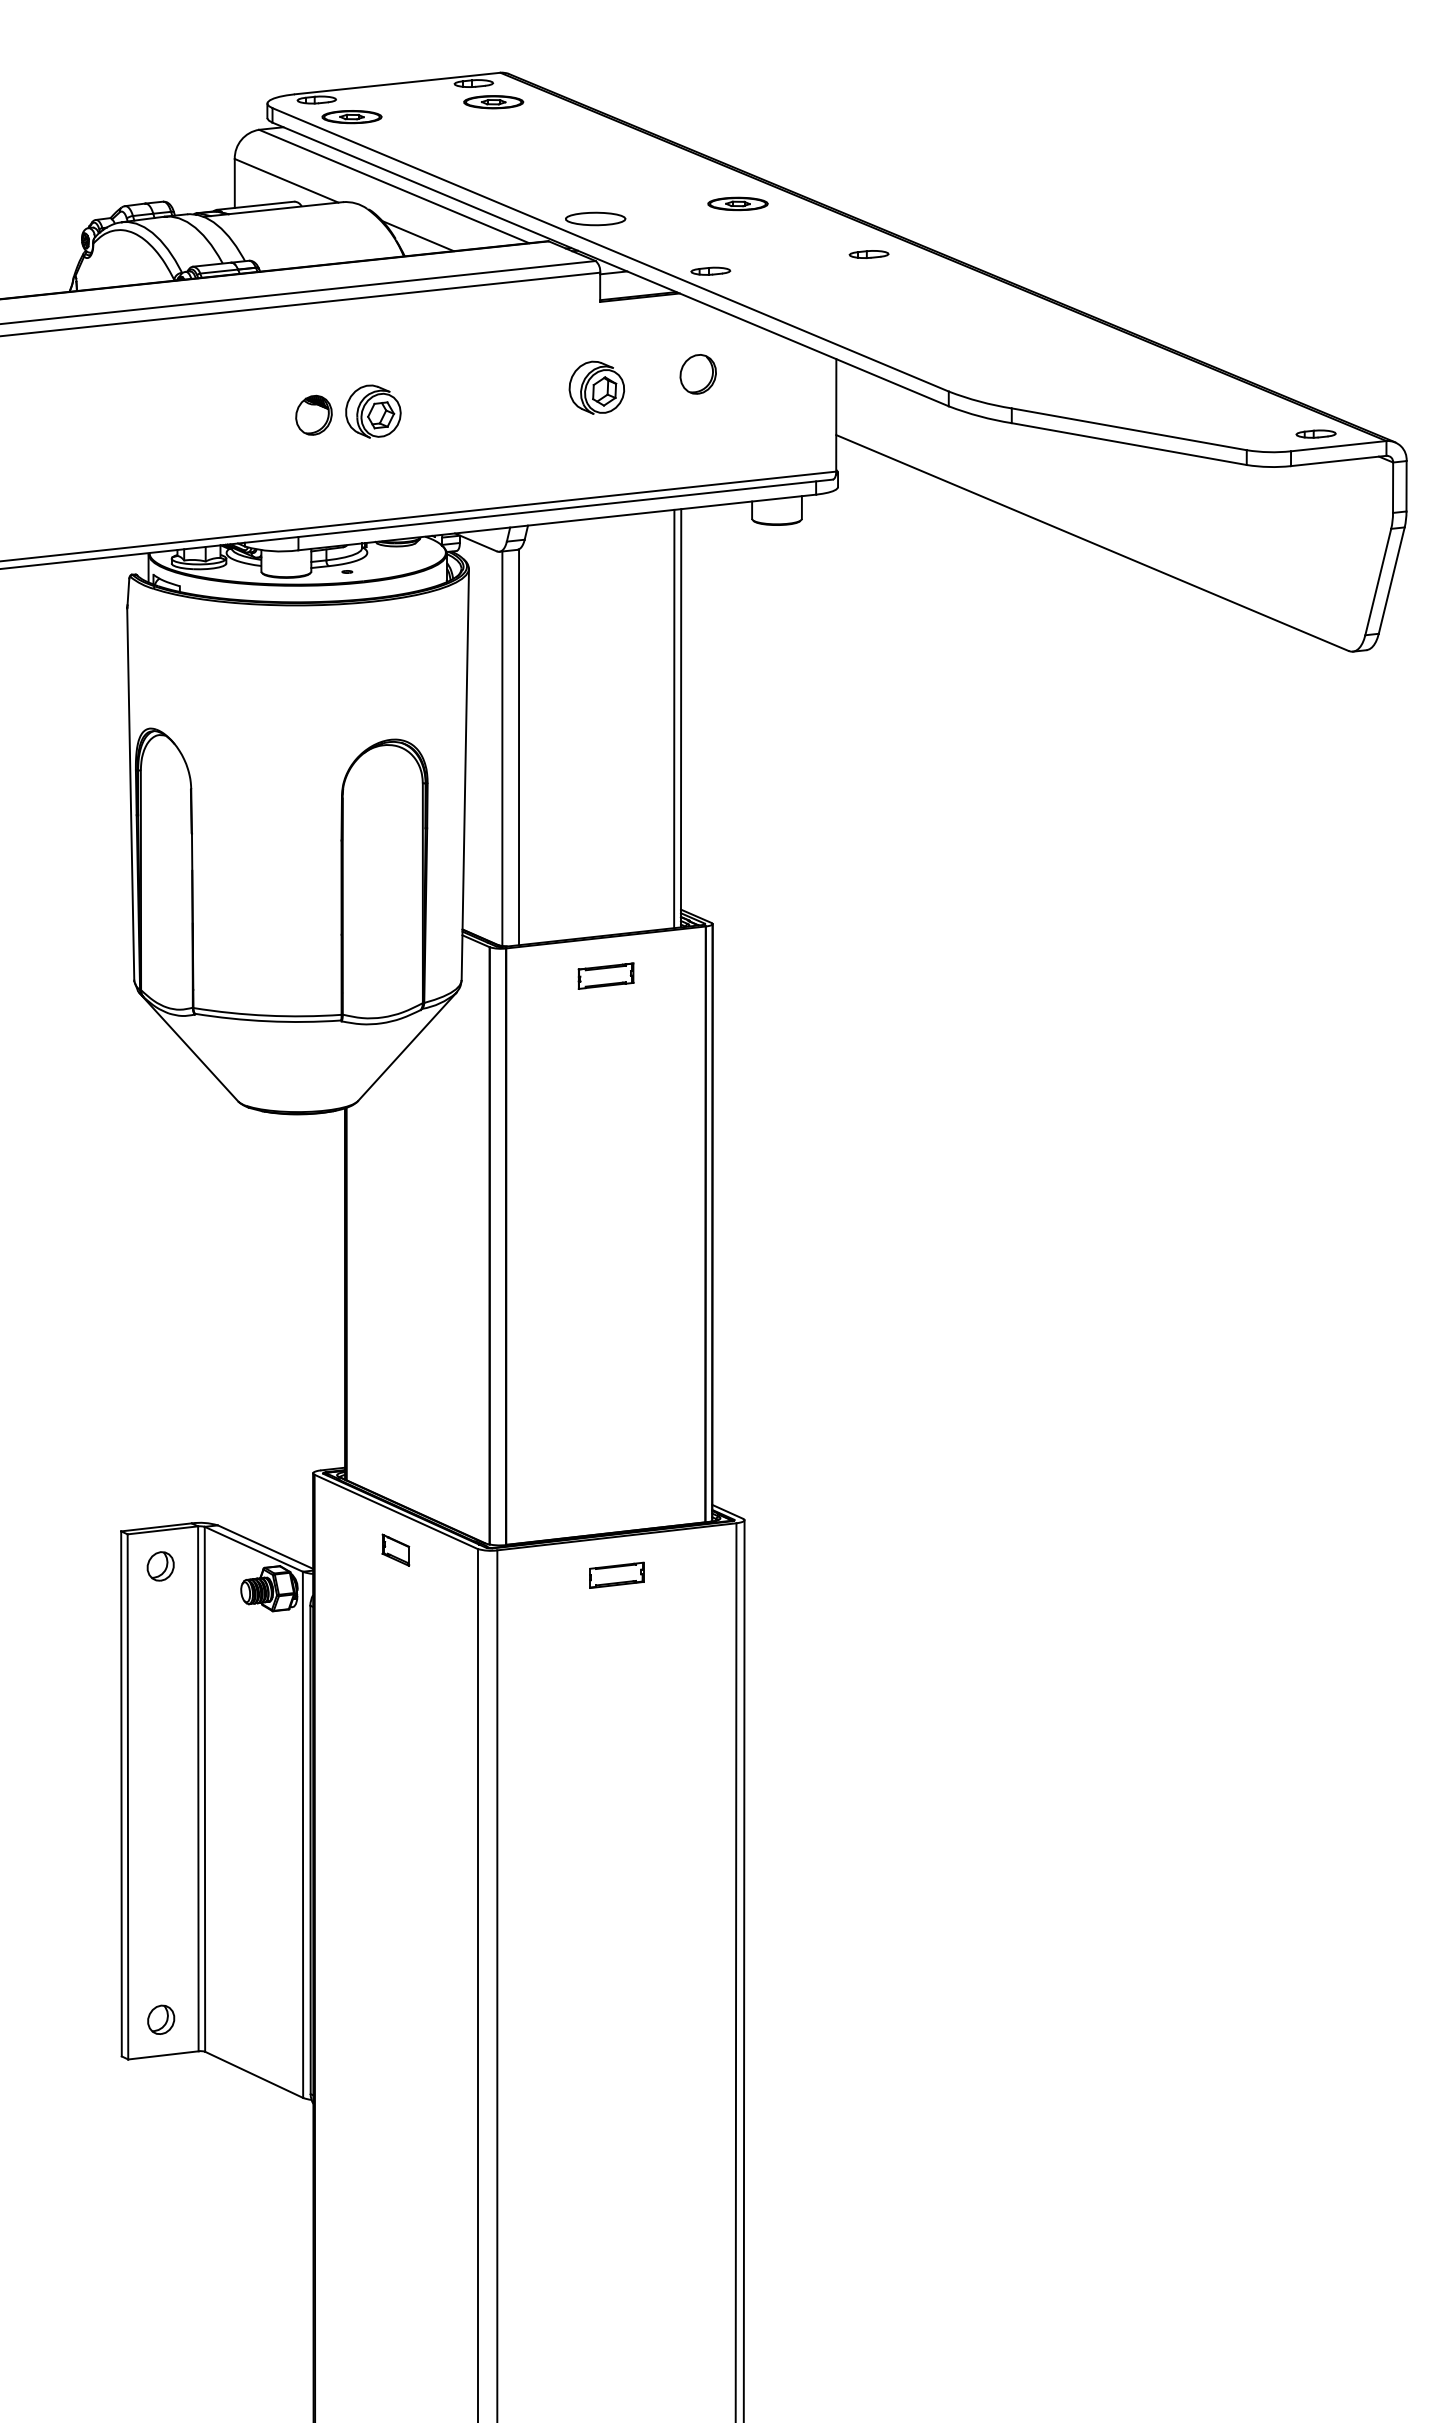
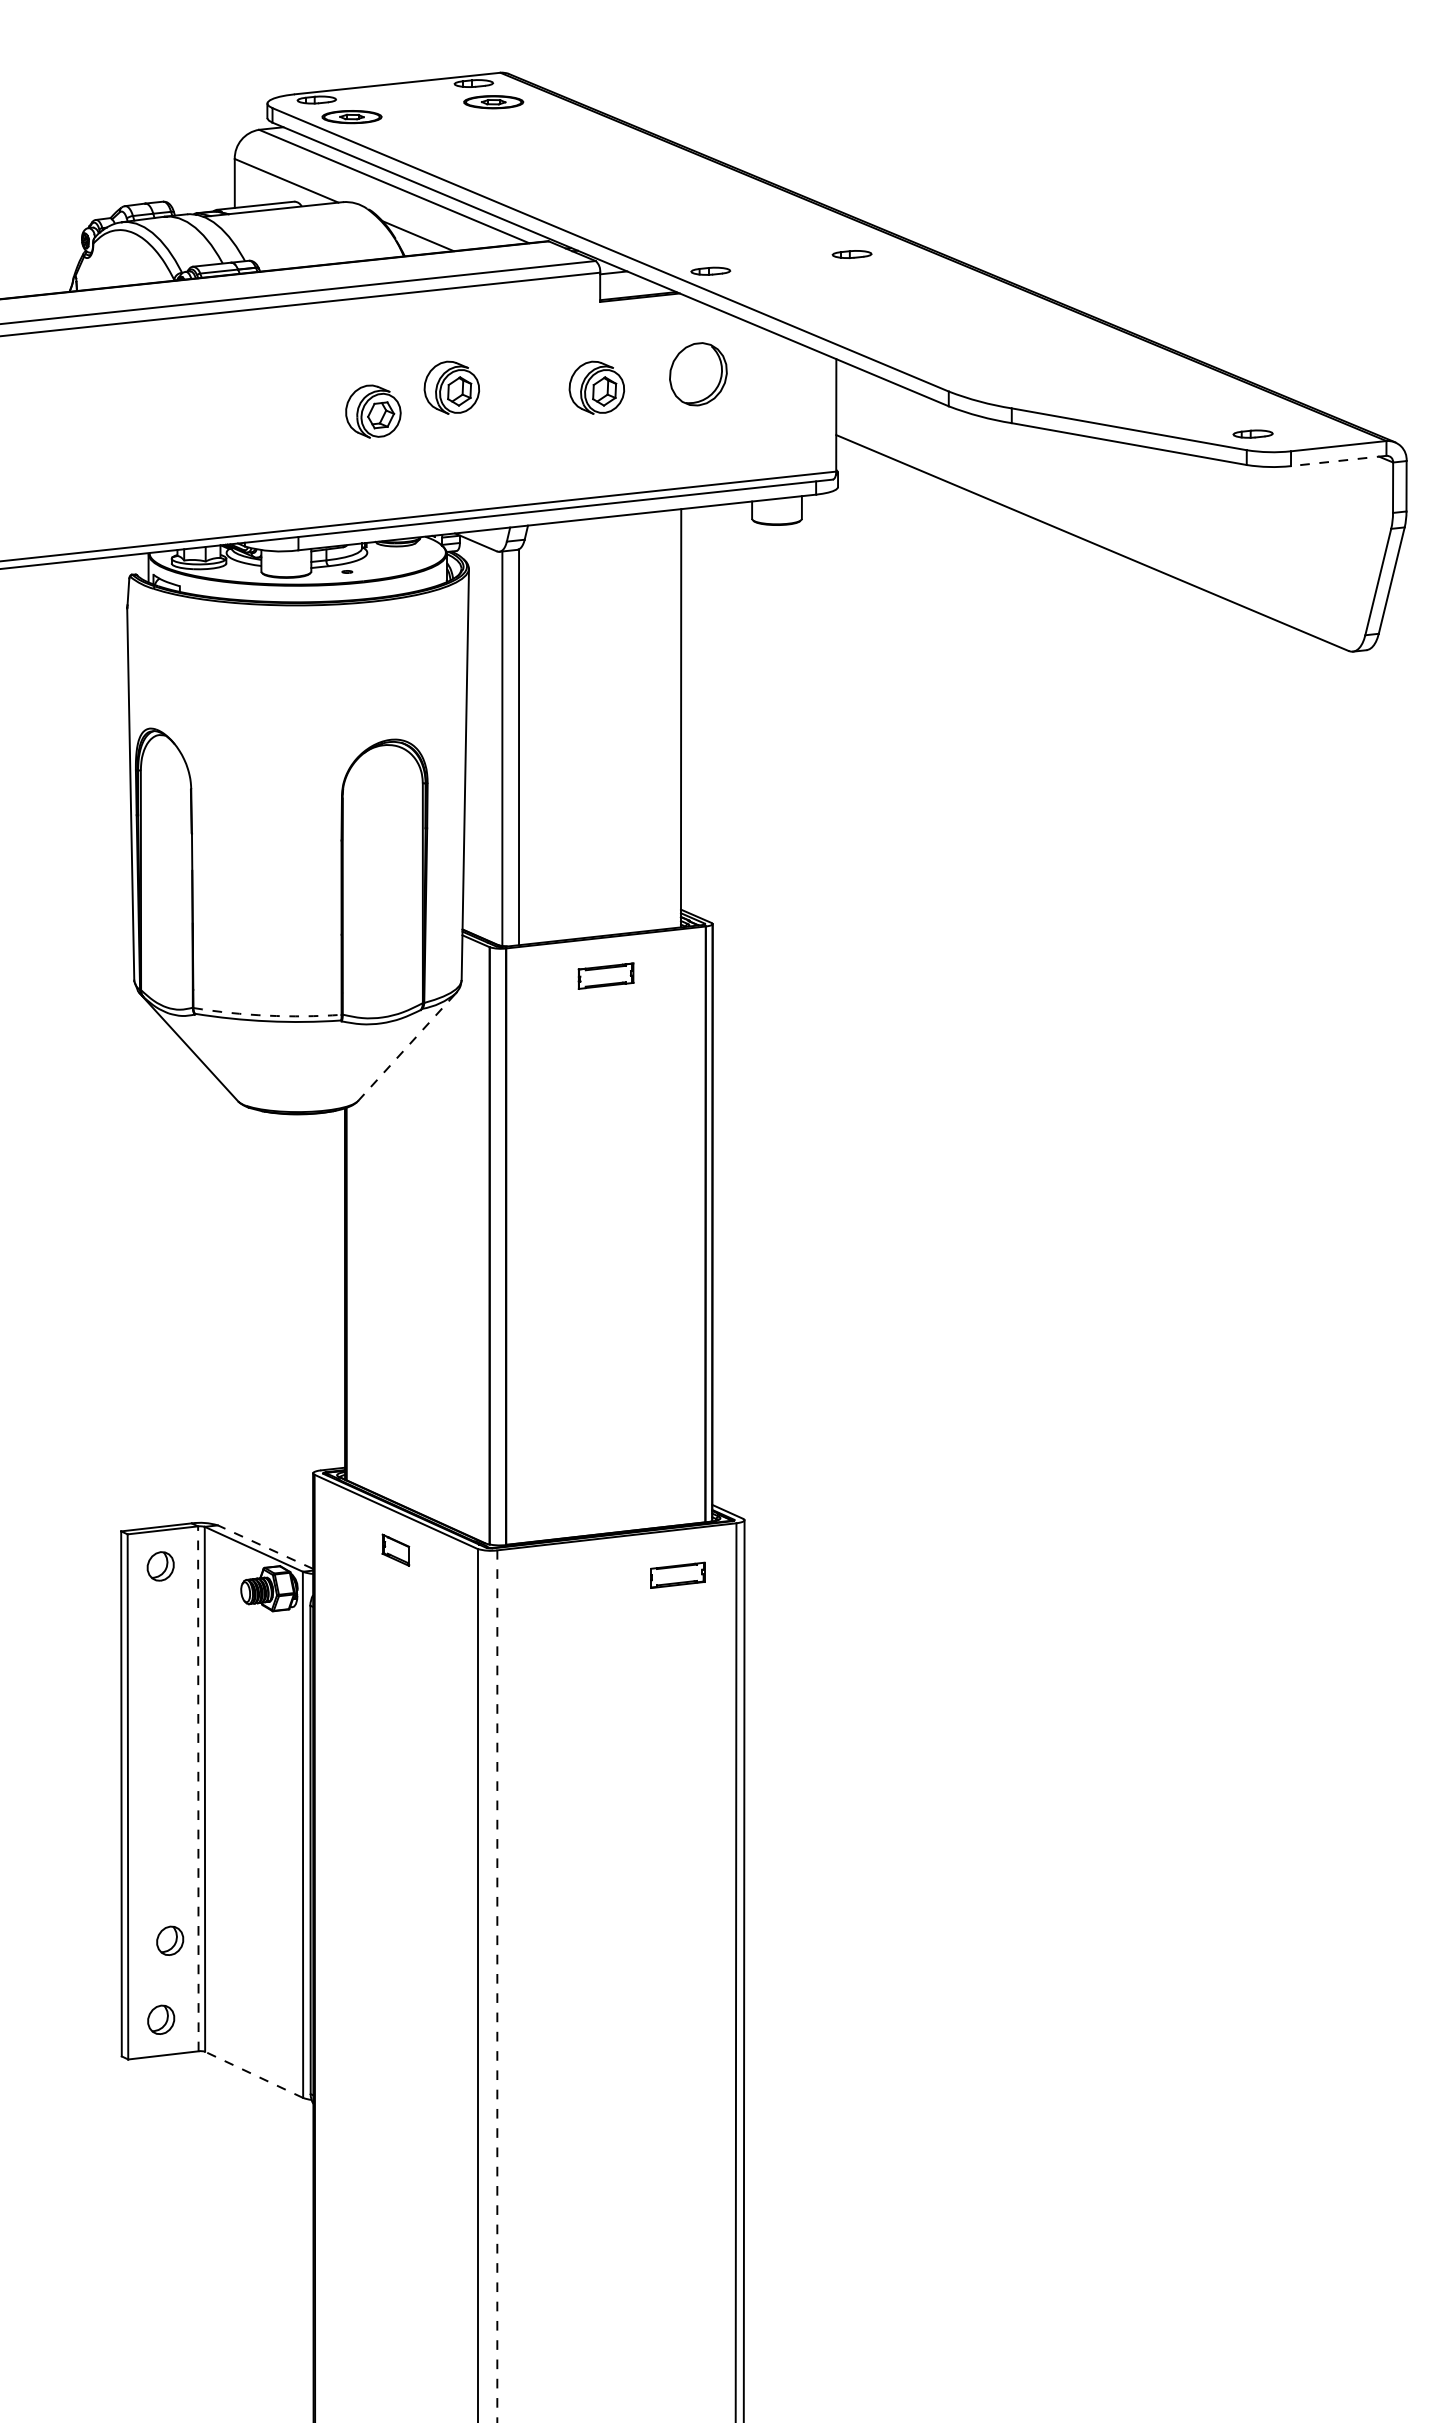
part at (737, 203): present -> none
part at (595, 218): present -> none
part at (868, 254) position: (868, 254) -> (851, 254)
part at (697, 374) size: 38x41 px -> 59x65 px
part at (451, 387): none -> present
part at (313, 414): present -> none
part at (1315, 433) position: (1315, 433) -> (1252, 433)
line at (1338, 460): solid -> dashed
line at (674, 718): present -> none
arc at (267, 1015): solid -> dashed
line at (407, 1047): solid -> dashed
line at (265, 1546): solid -> dashed
part at (616, 1574) position: (616, 1574) -> (677, 1574)
line at (198, 1788): solid -> dashed
part at (170, 1940): none -> present
line at (497, 1986): solid -> dashed
line at (253, 2074): solid -> dashed
